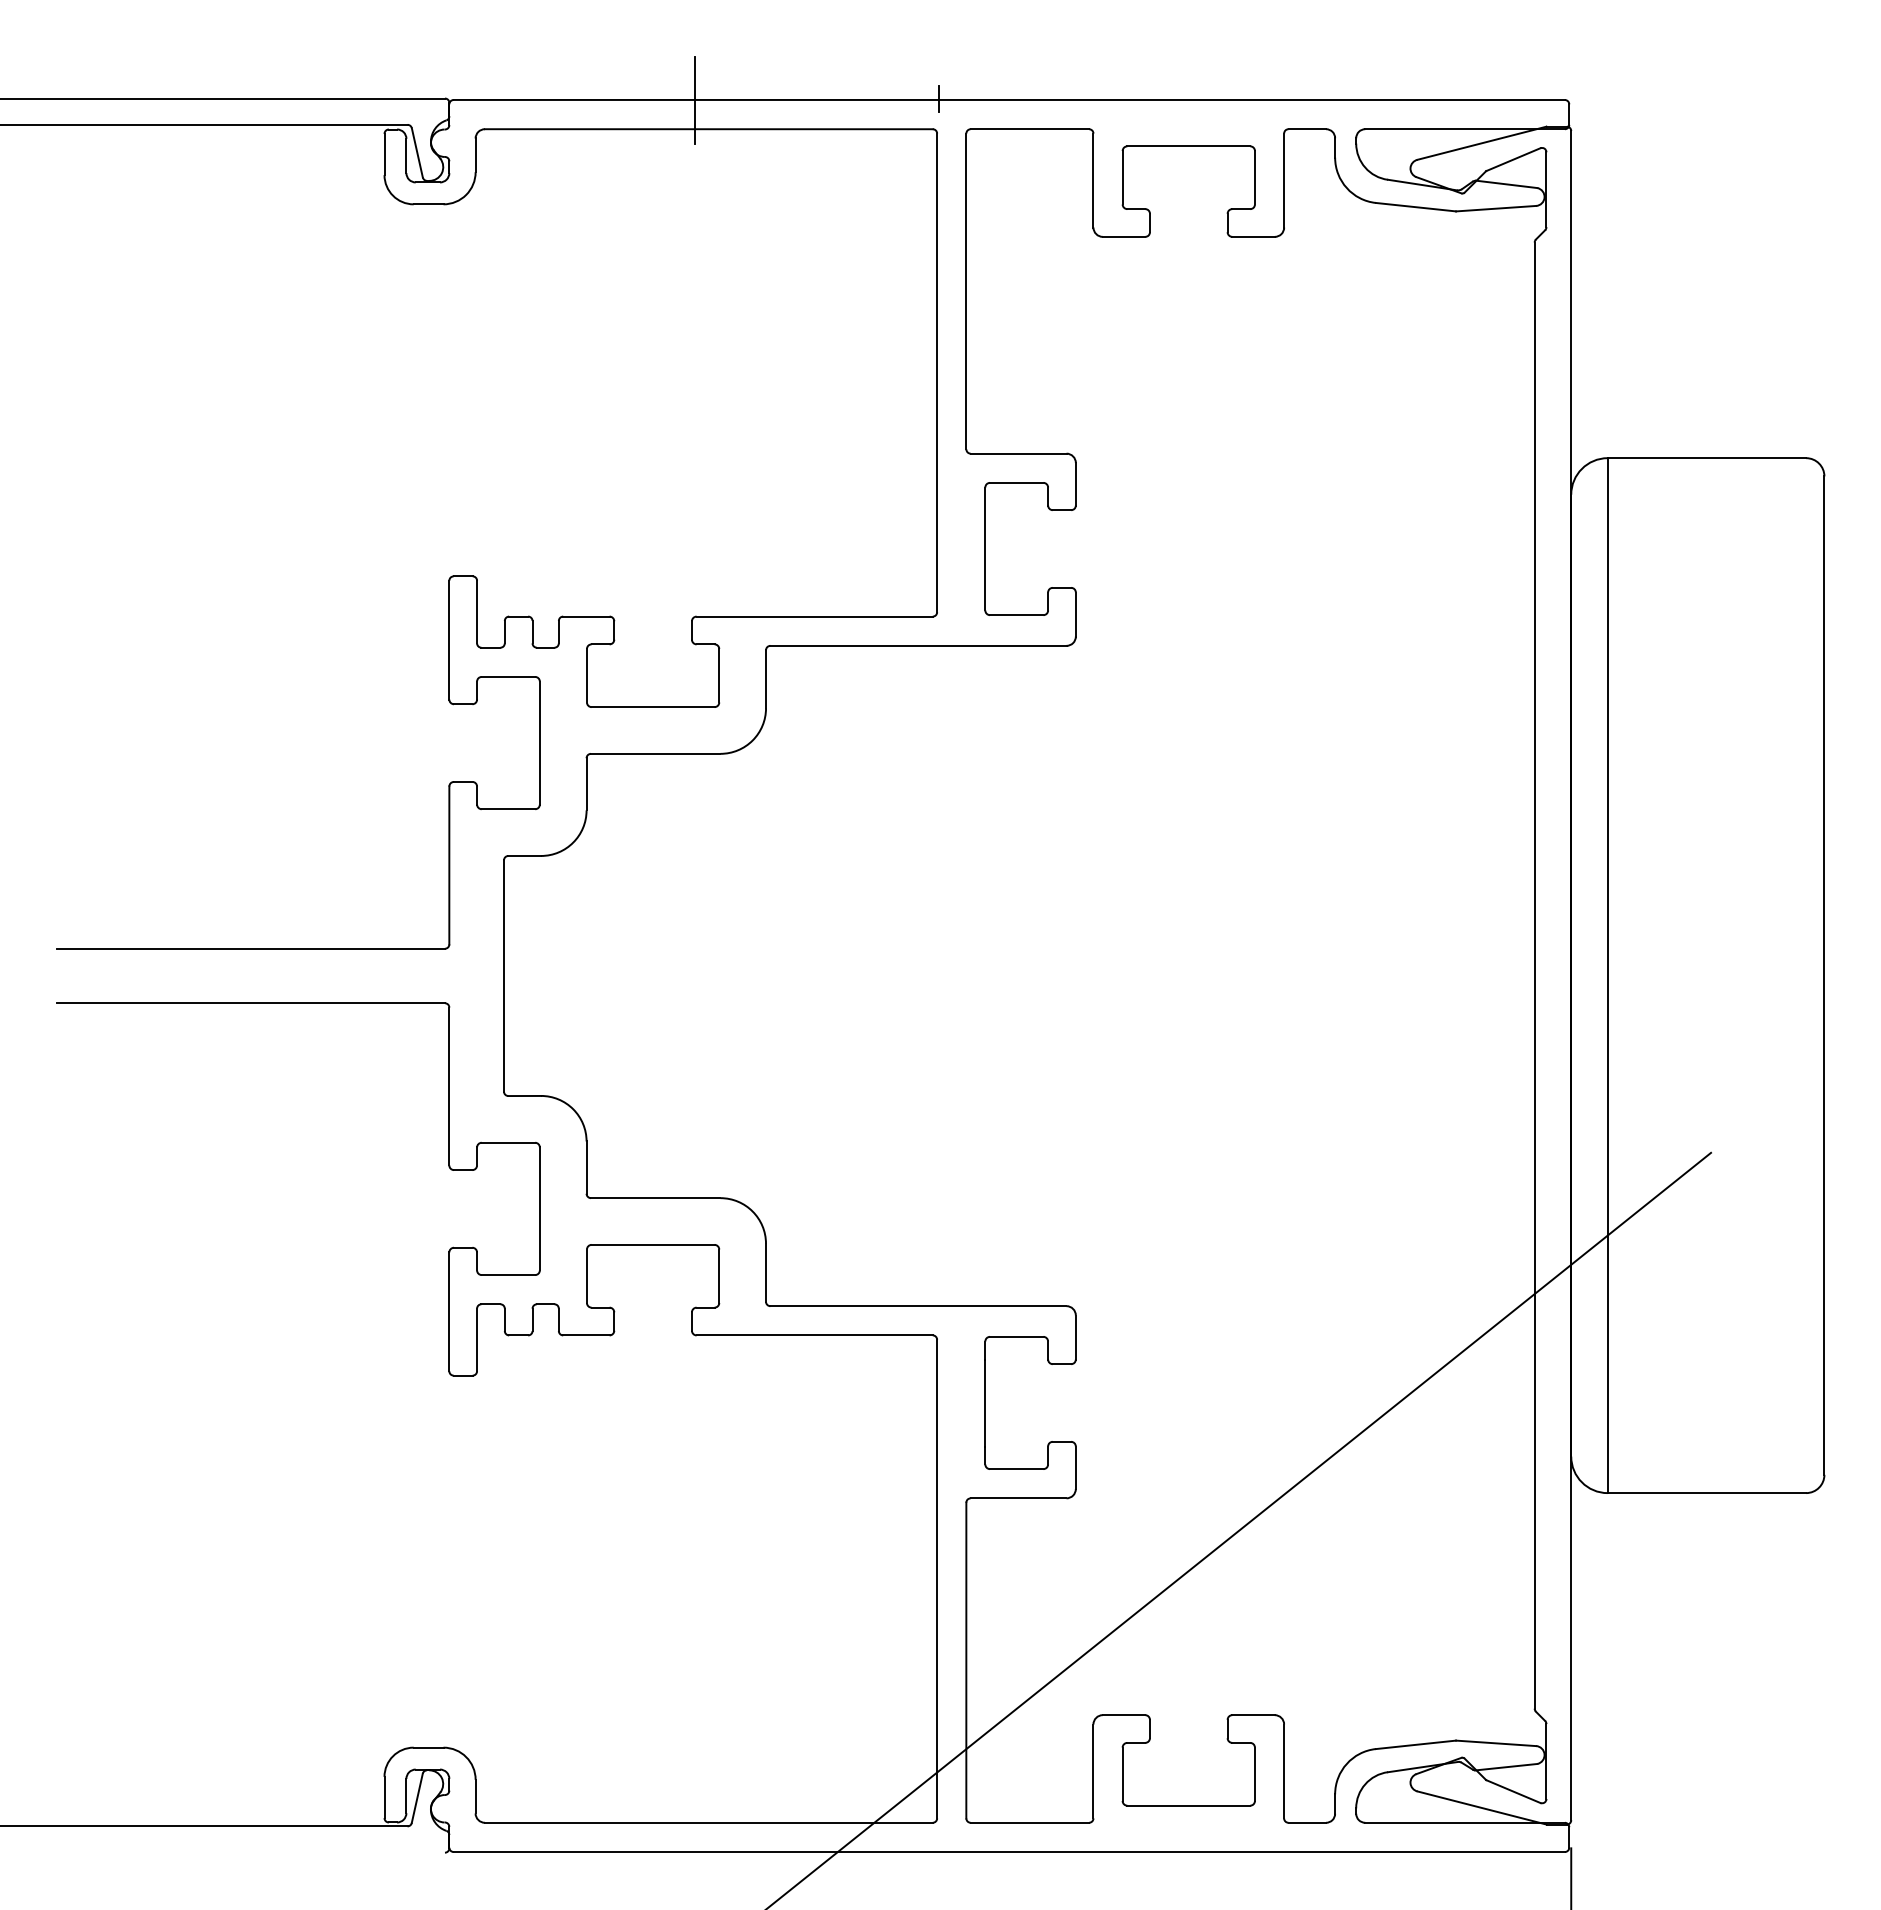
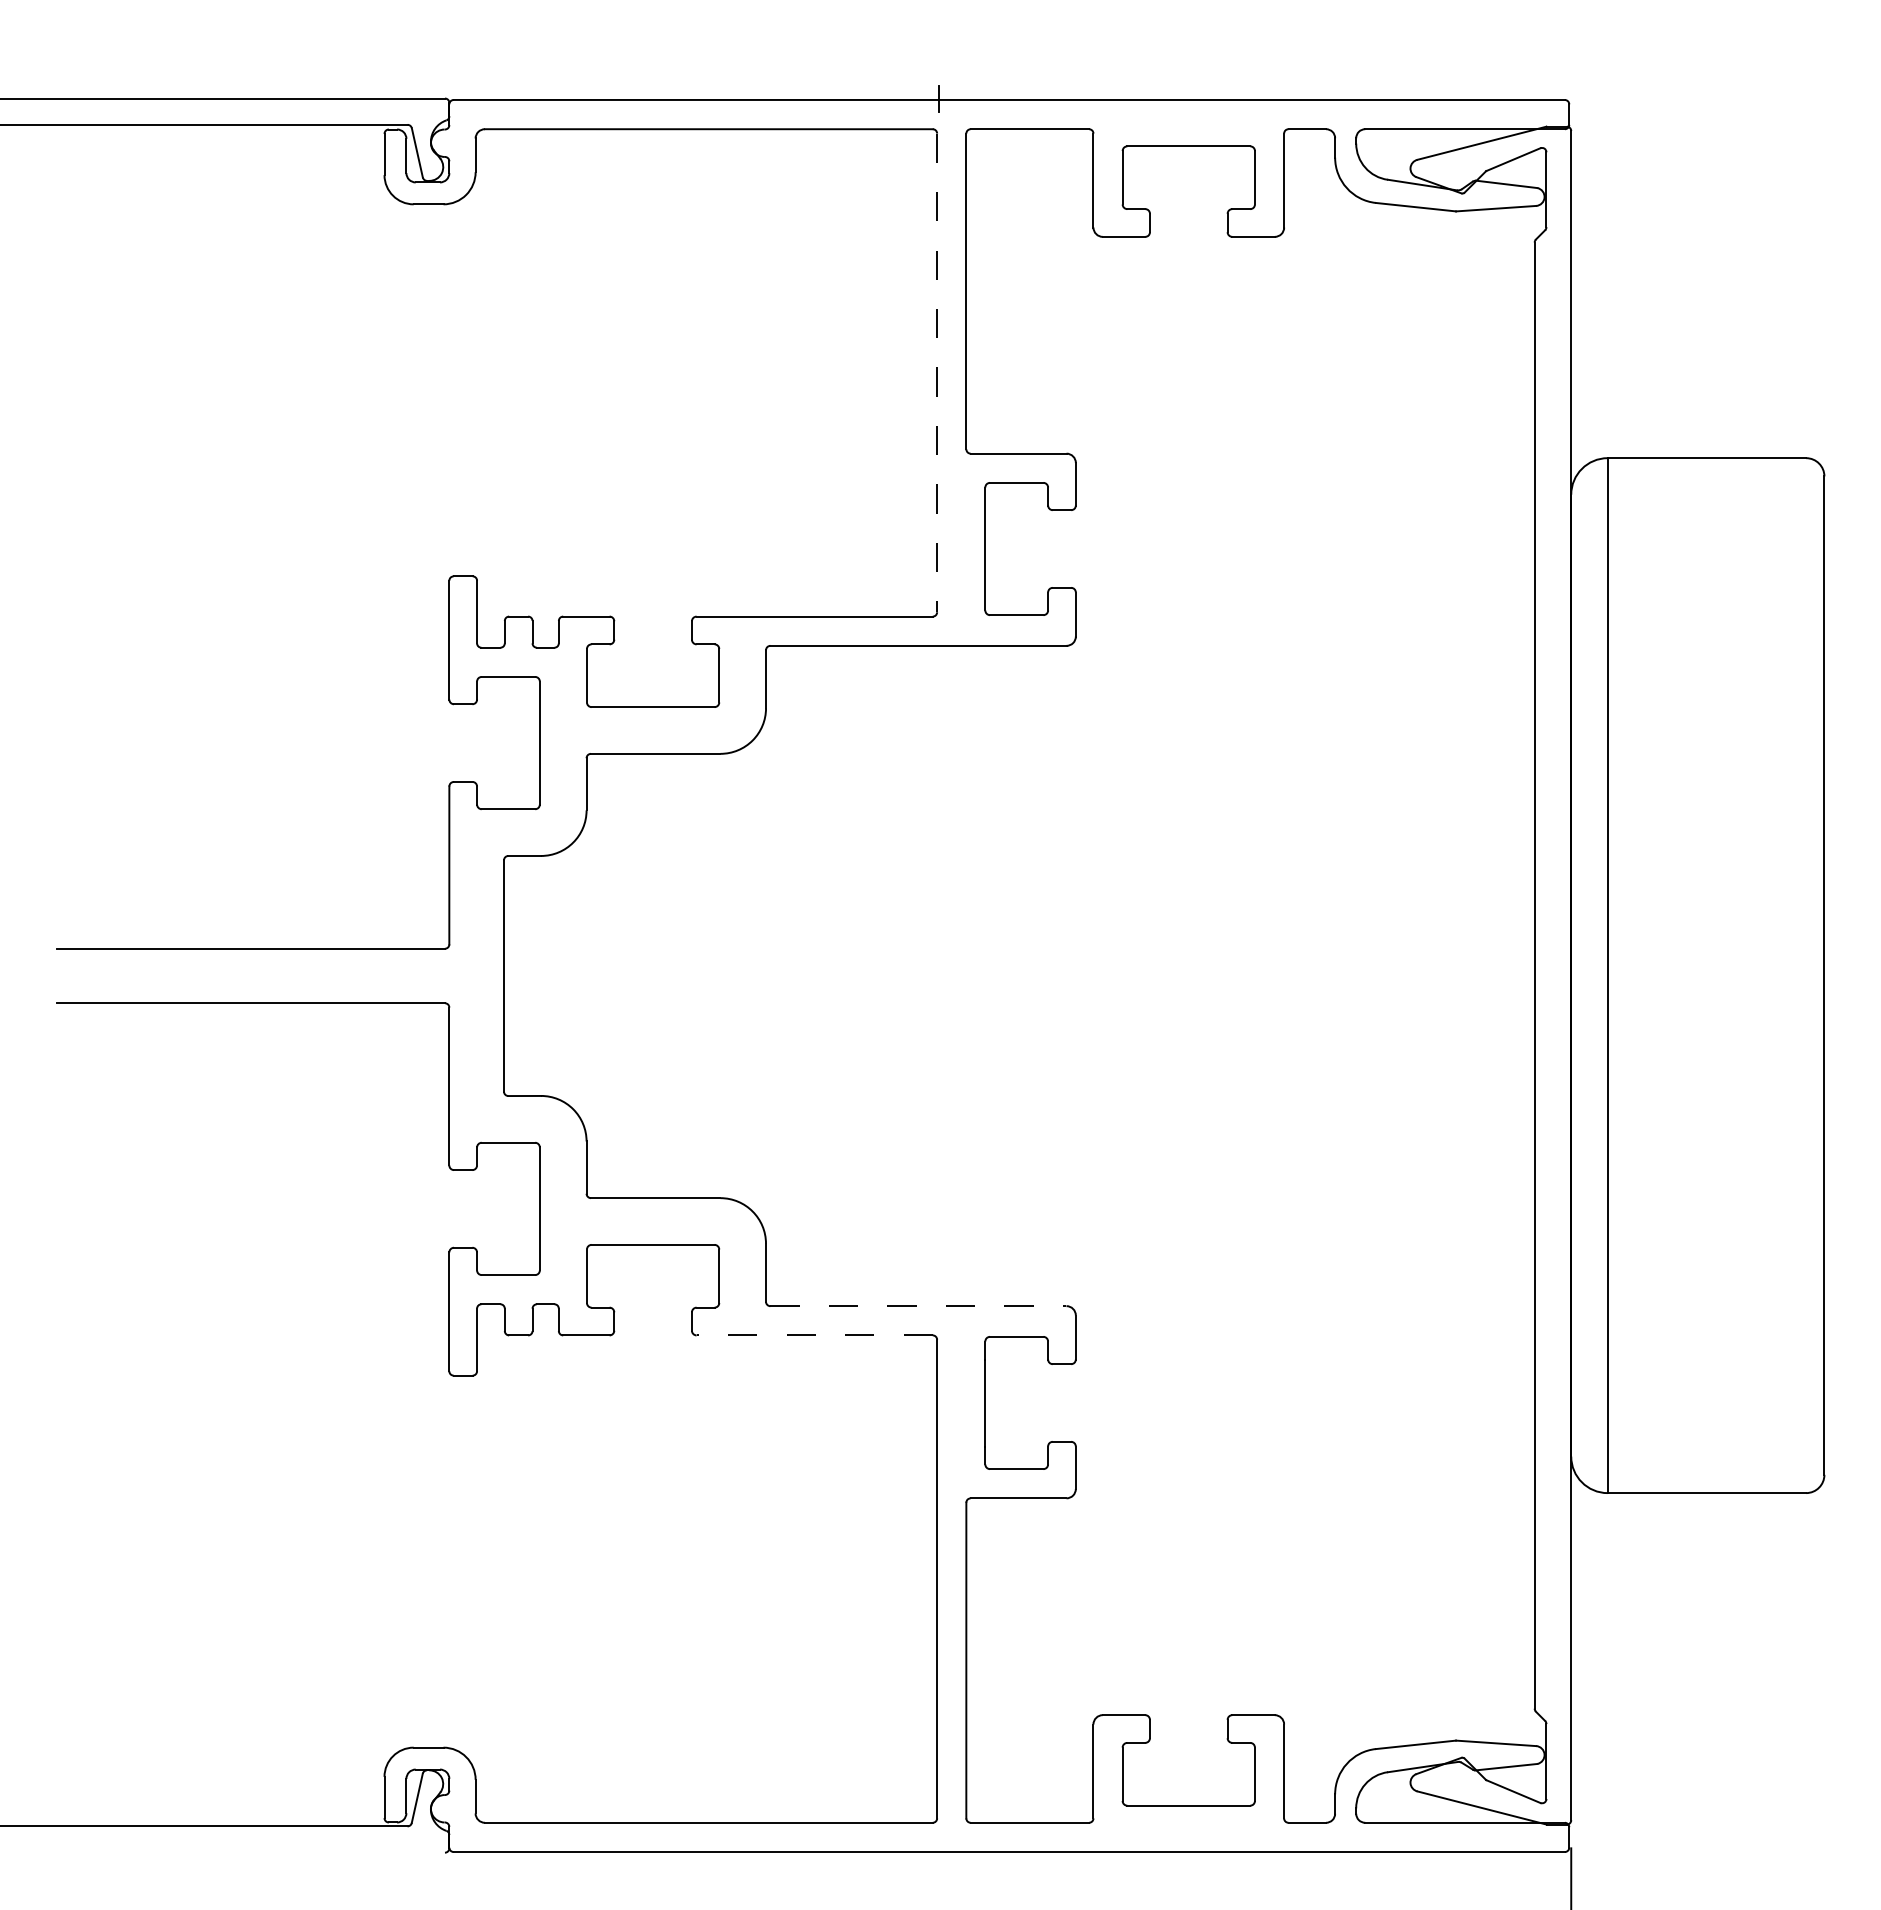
line at (695, 100): present -> none
line at (937, 373): solid -> dashed
line at (918, 1306): solid -> dashed
line at (814, 1335): solid -> dashed
line at (1240, 1529): present -> none
